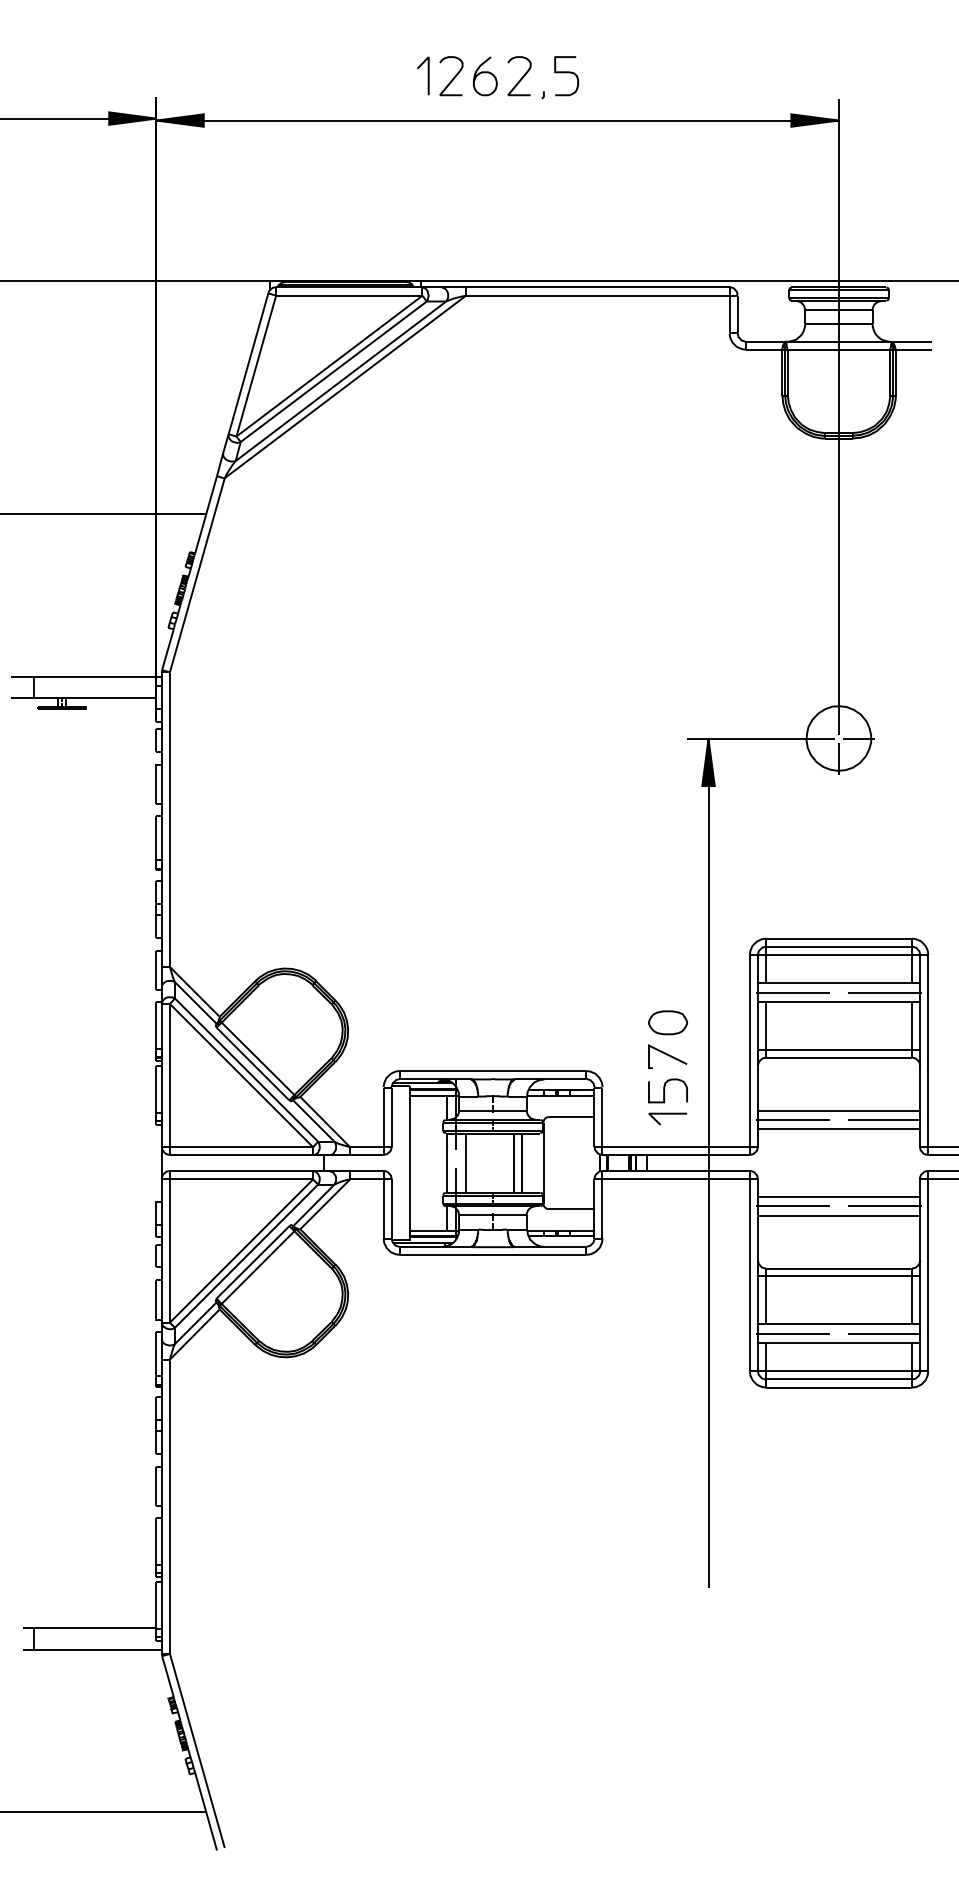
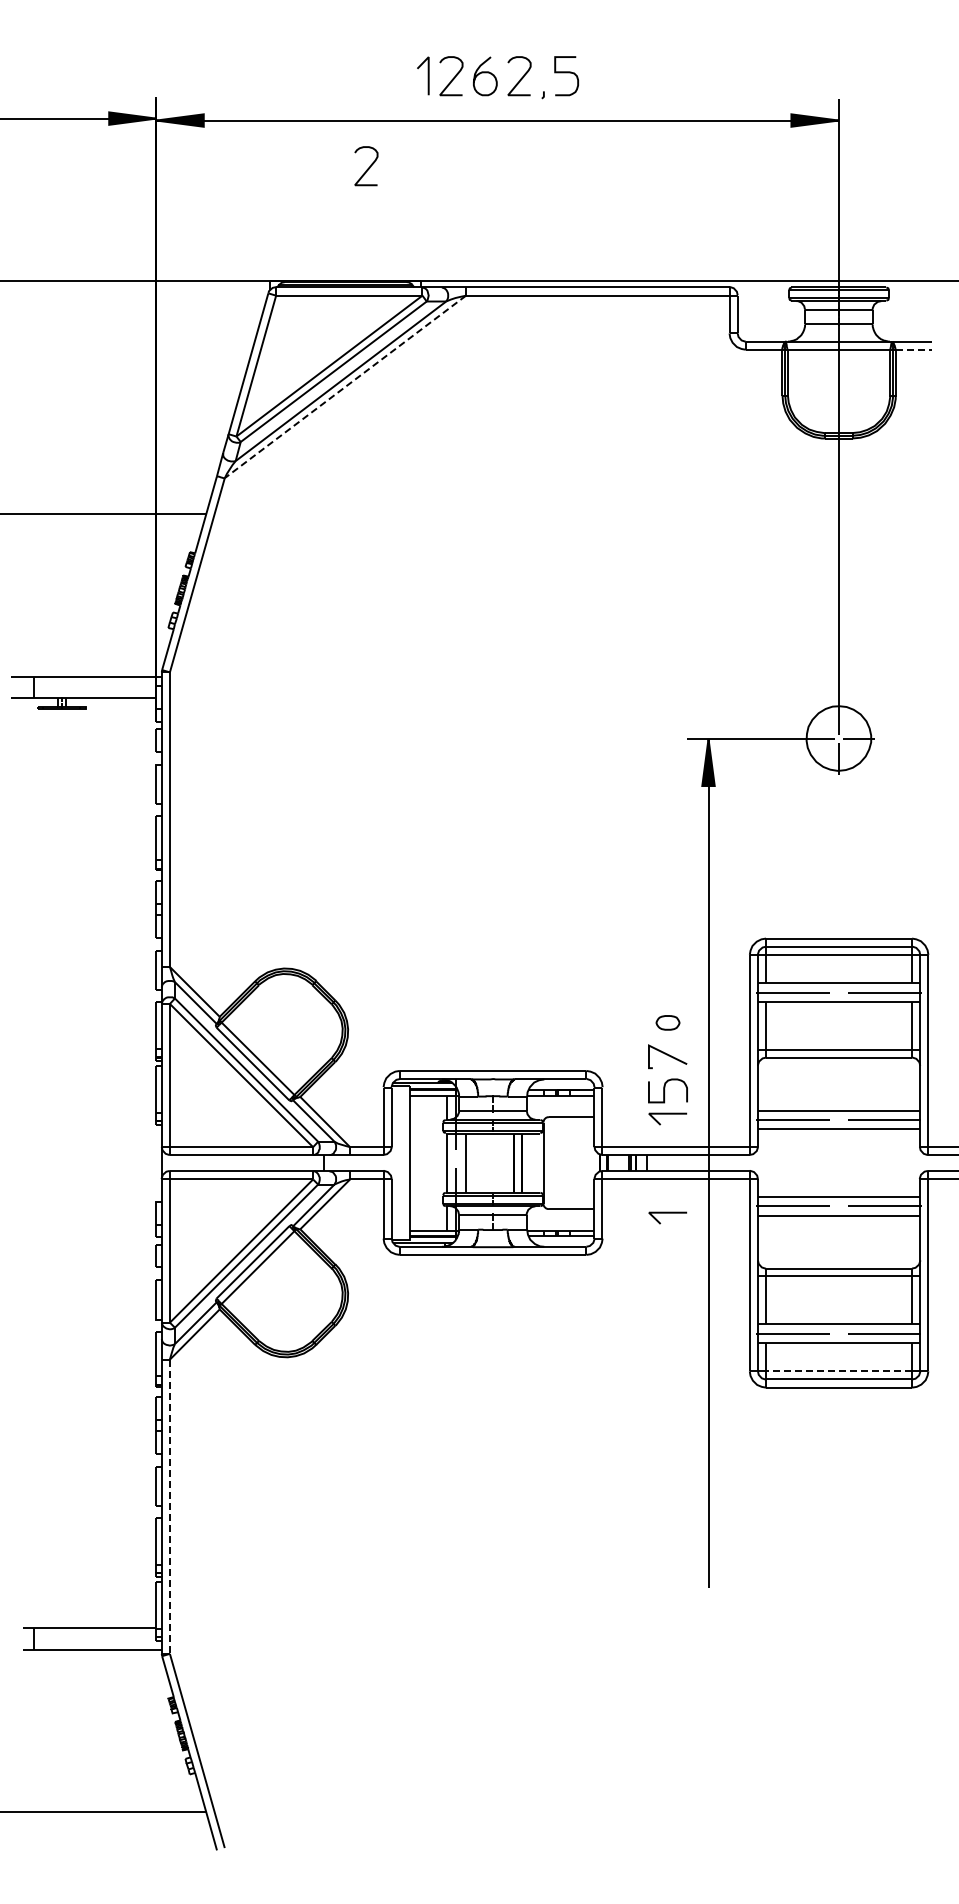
curve at (368, 167): none -> present
line at (914, 349): solid -> dashed
line at (345, 387): solid -> dashed
part at (667, 1022) size: 40x26 px -> 26x16 px
line at (667, 1213): none -> present
line at (838, 1371): solid -> dashed
line at (169, 1507): solid -> dashed
